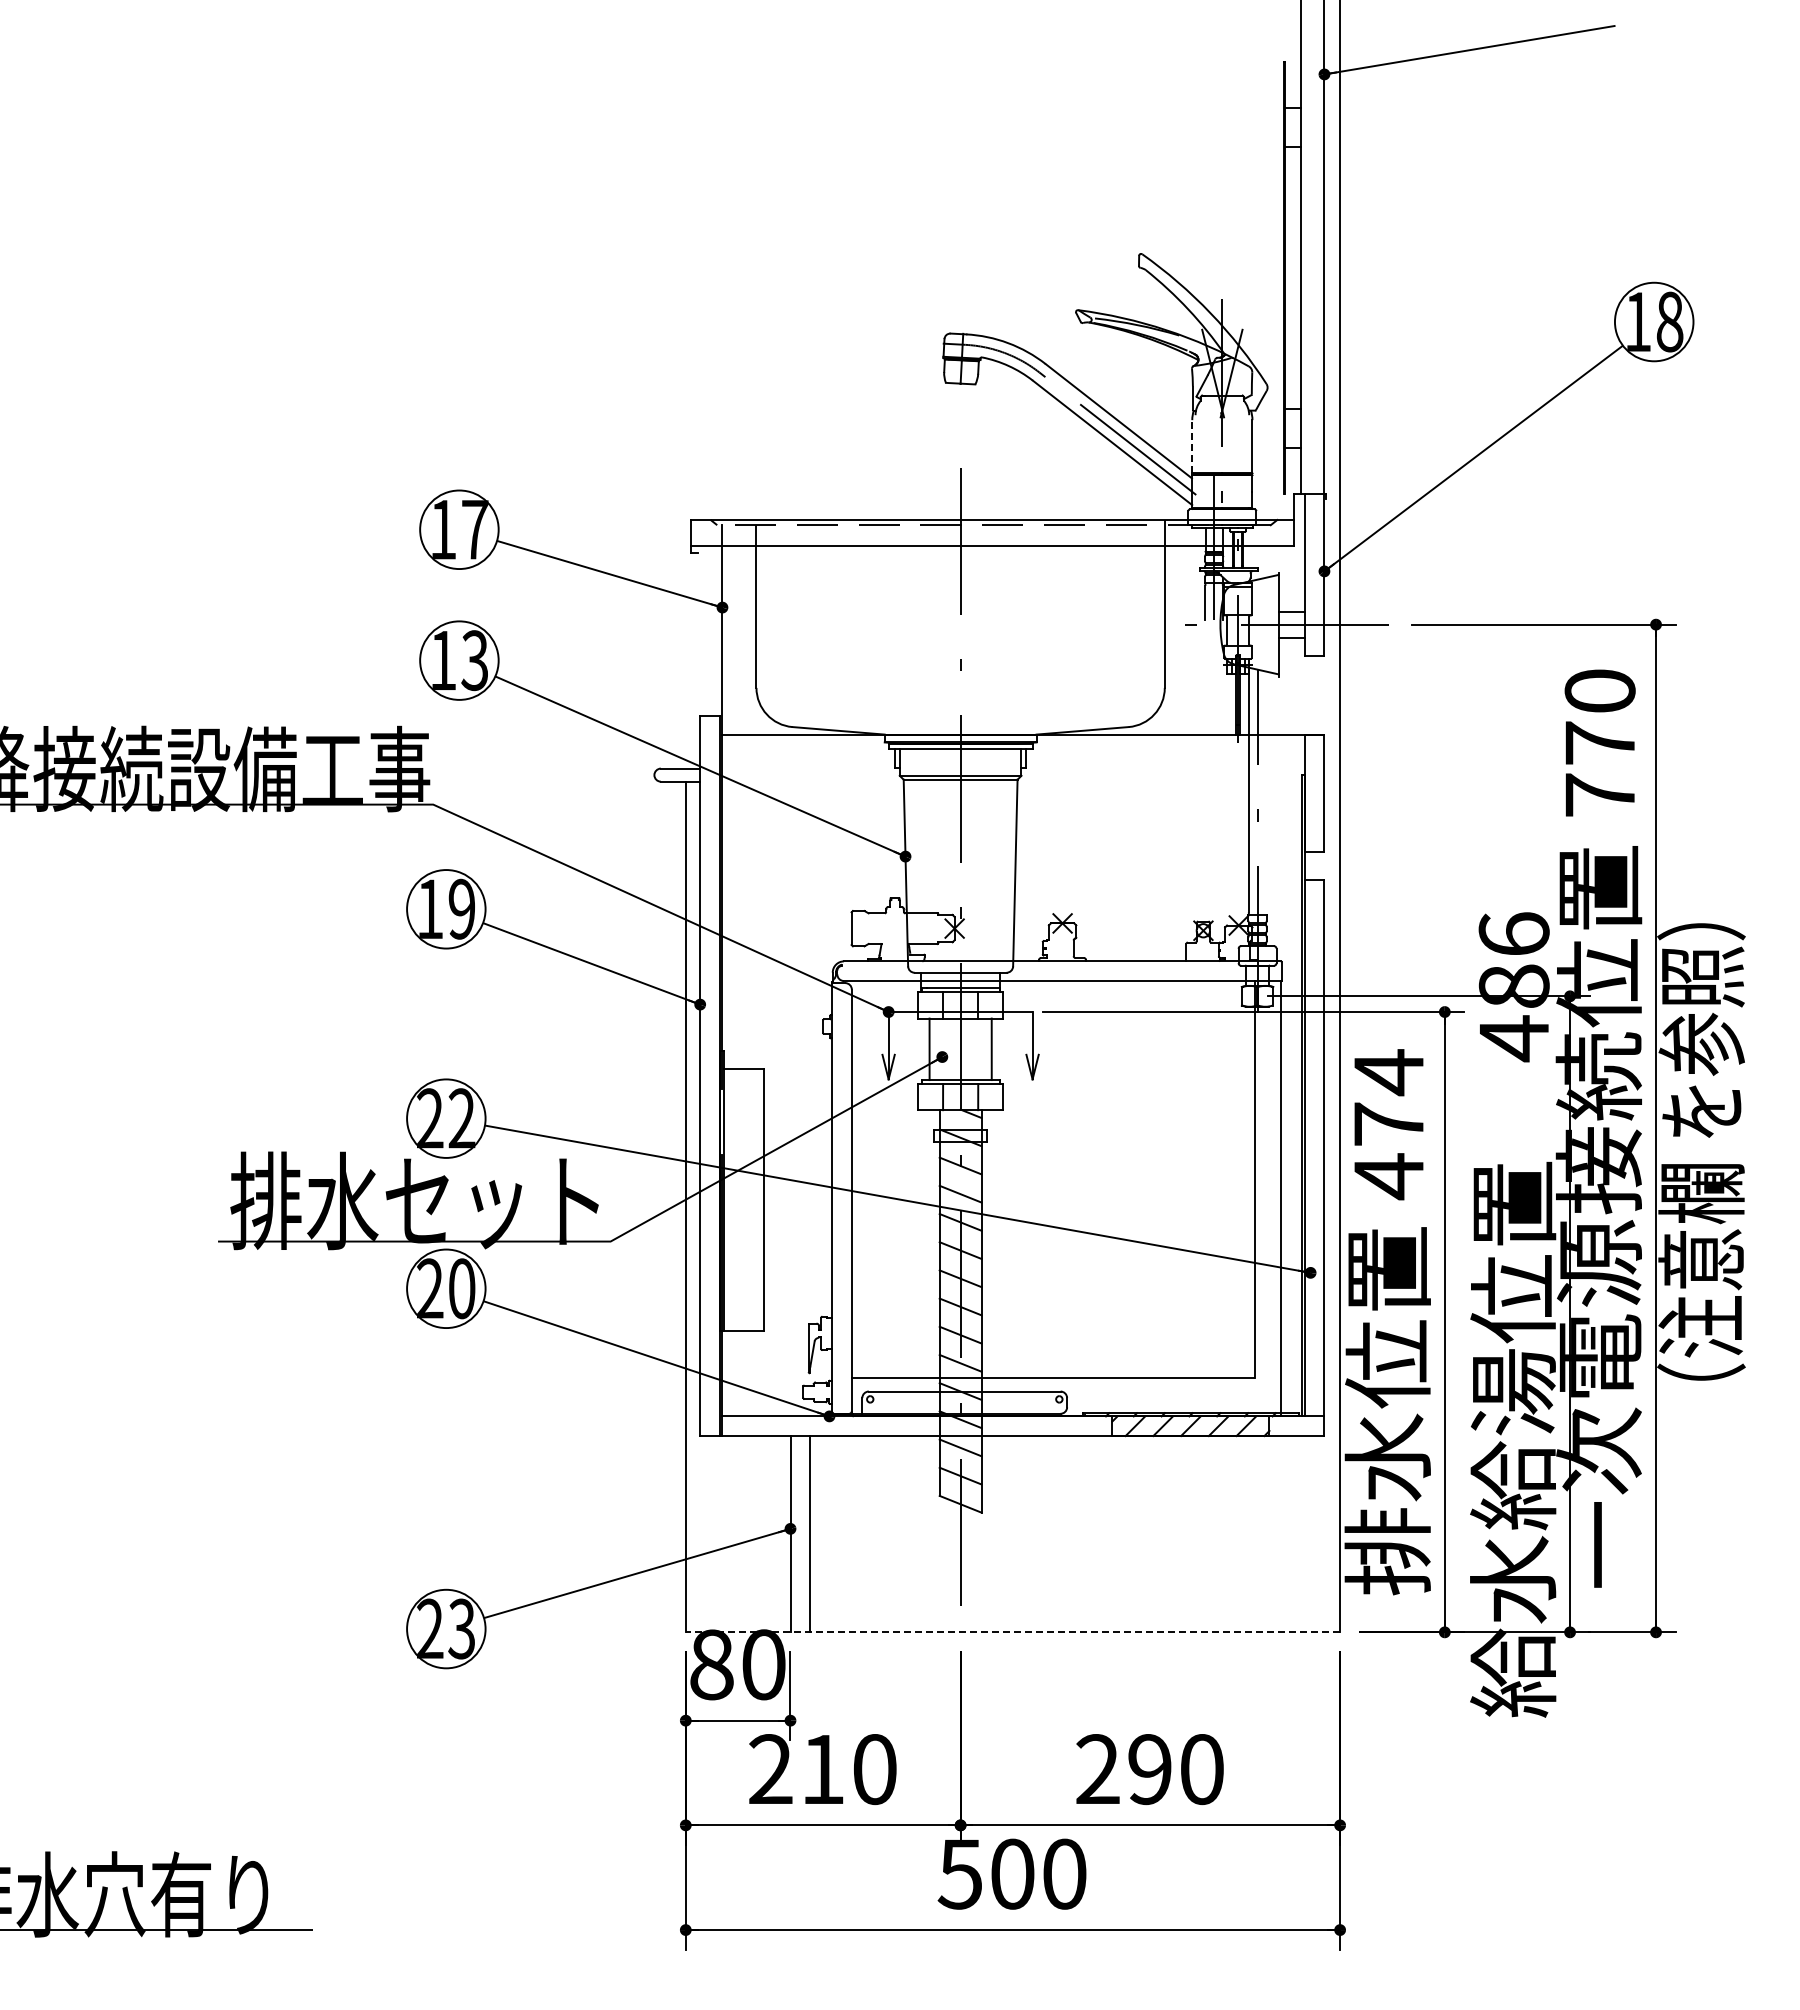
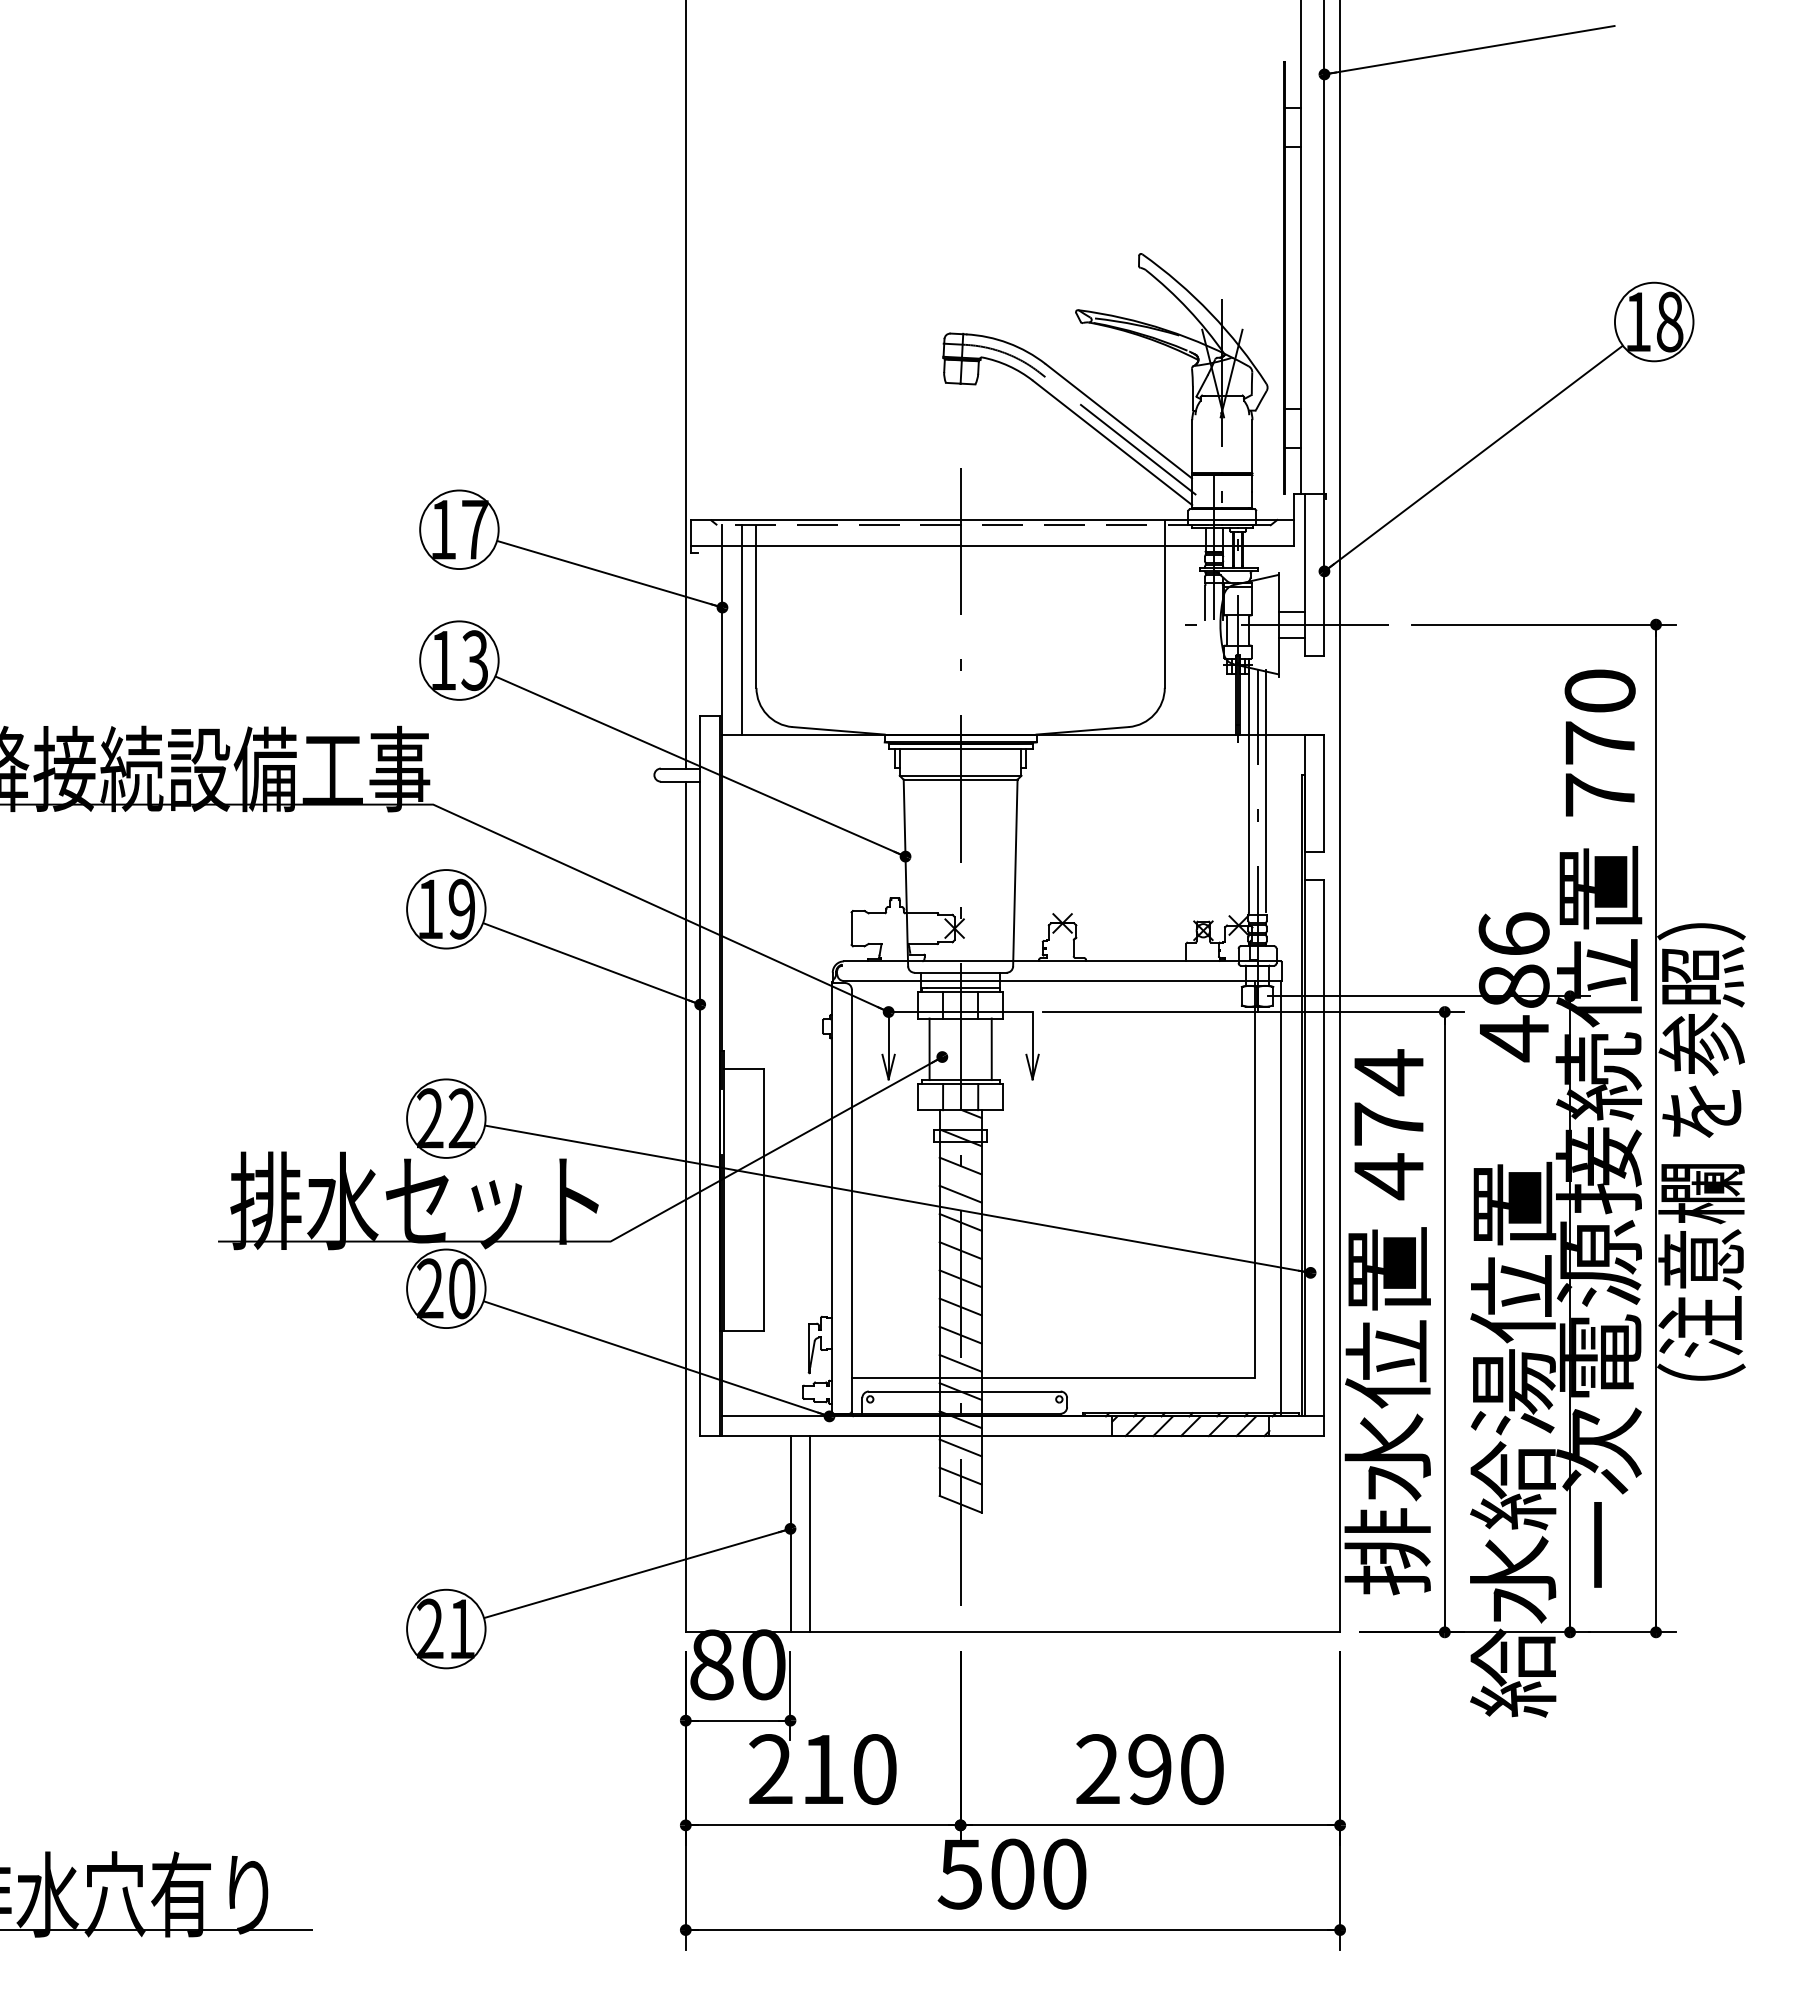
line at (685, 385): none -> present
line at (1192, 446): dashed -> solid
line at (742, 629): none -> present
line at (1266, 791): none -> present
text at (461, 1628): 23 -> 21
line at (1012, 1632): dashed -> solid
